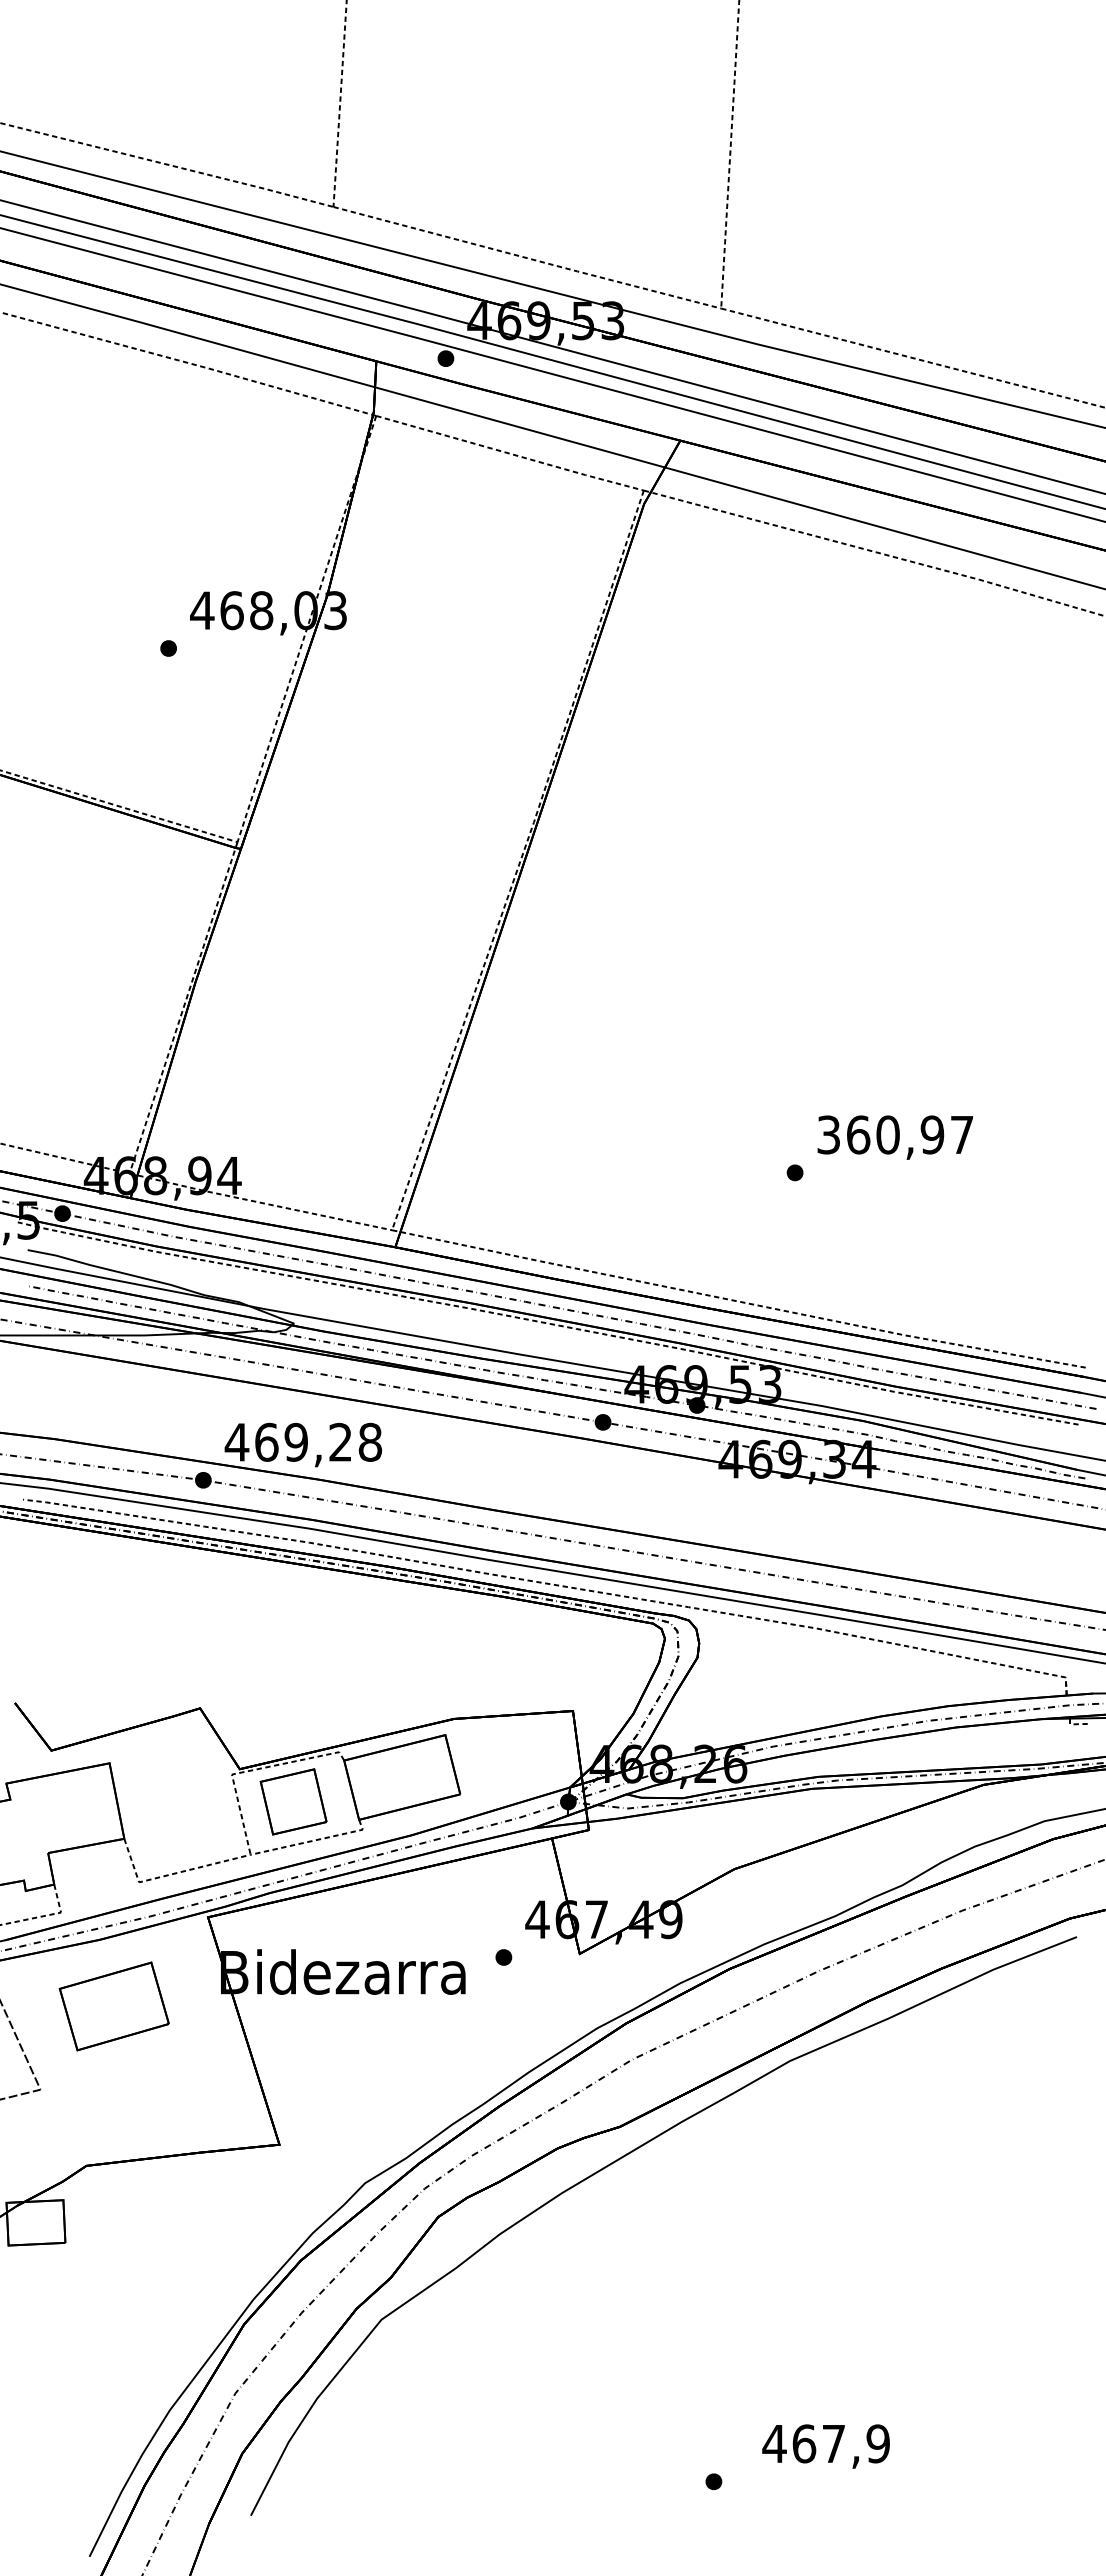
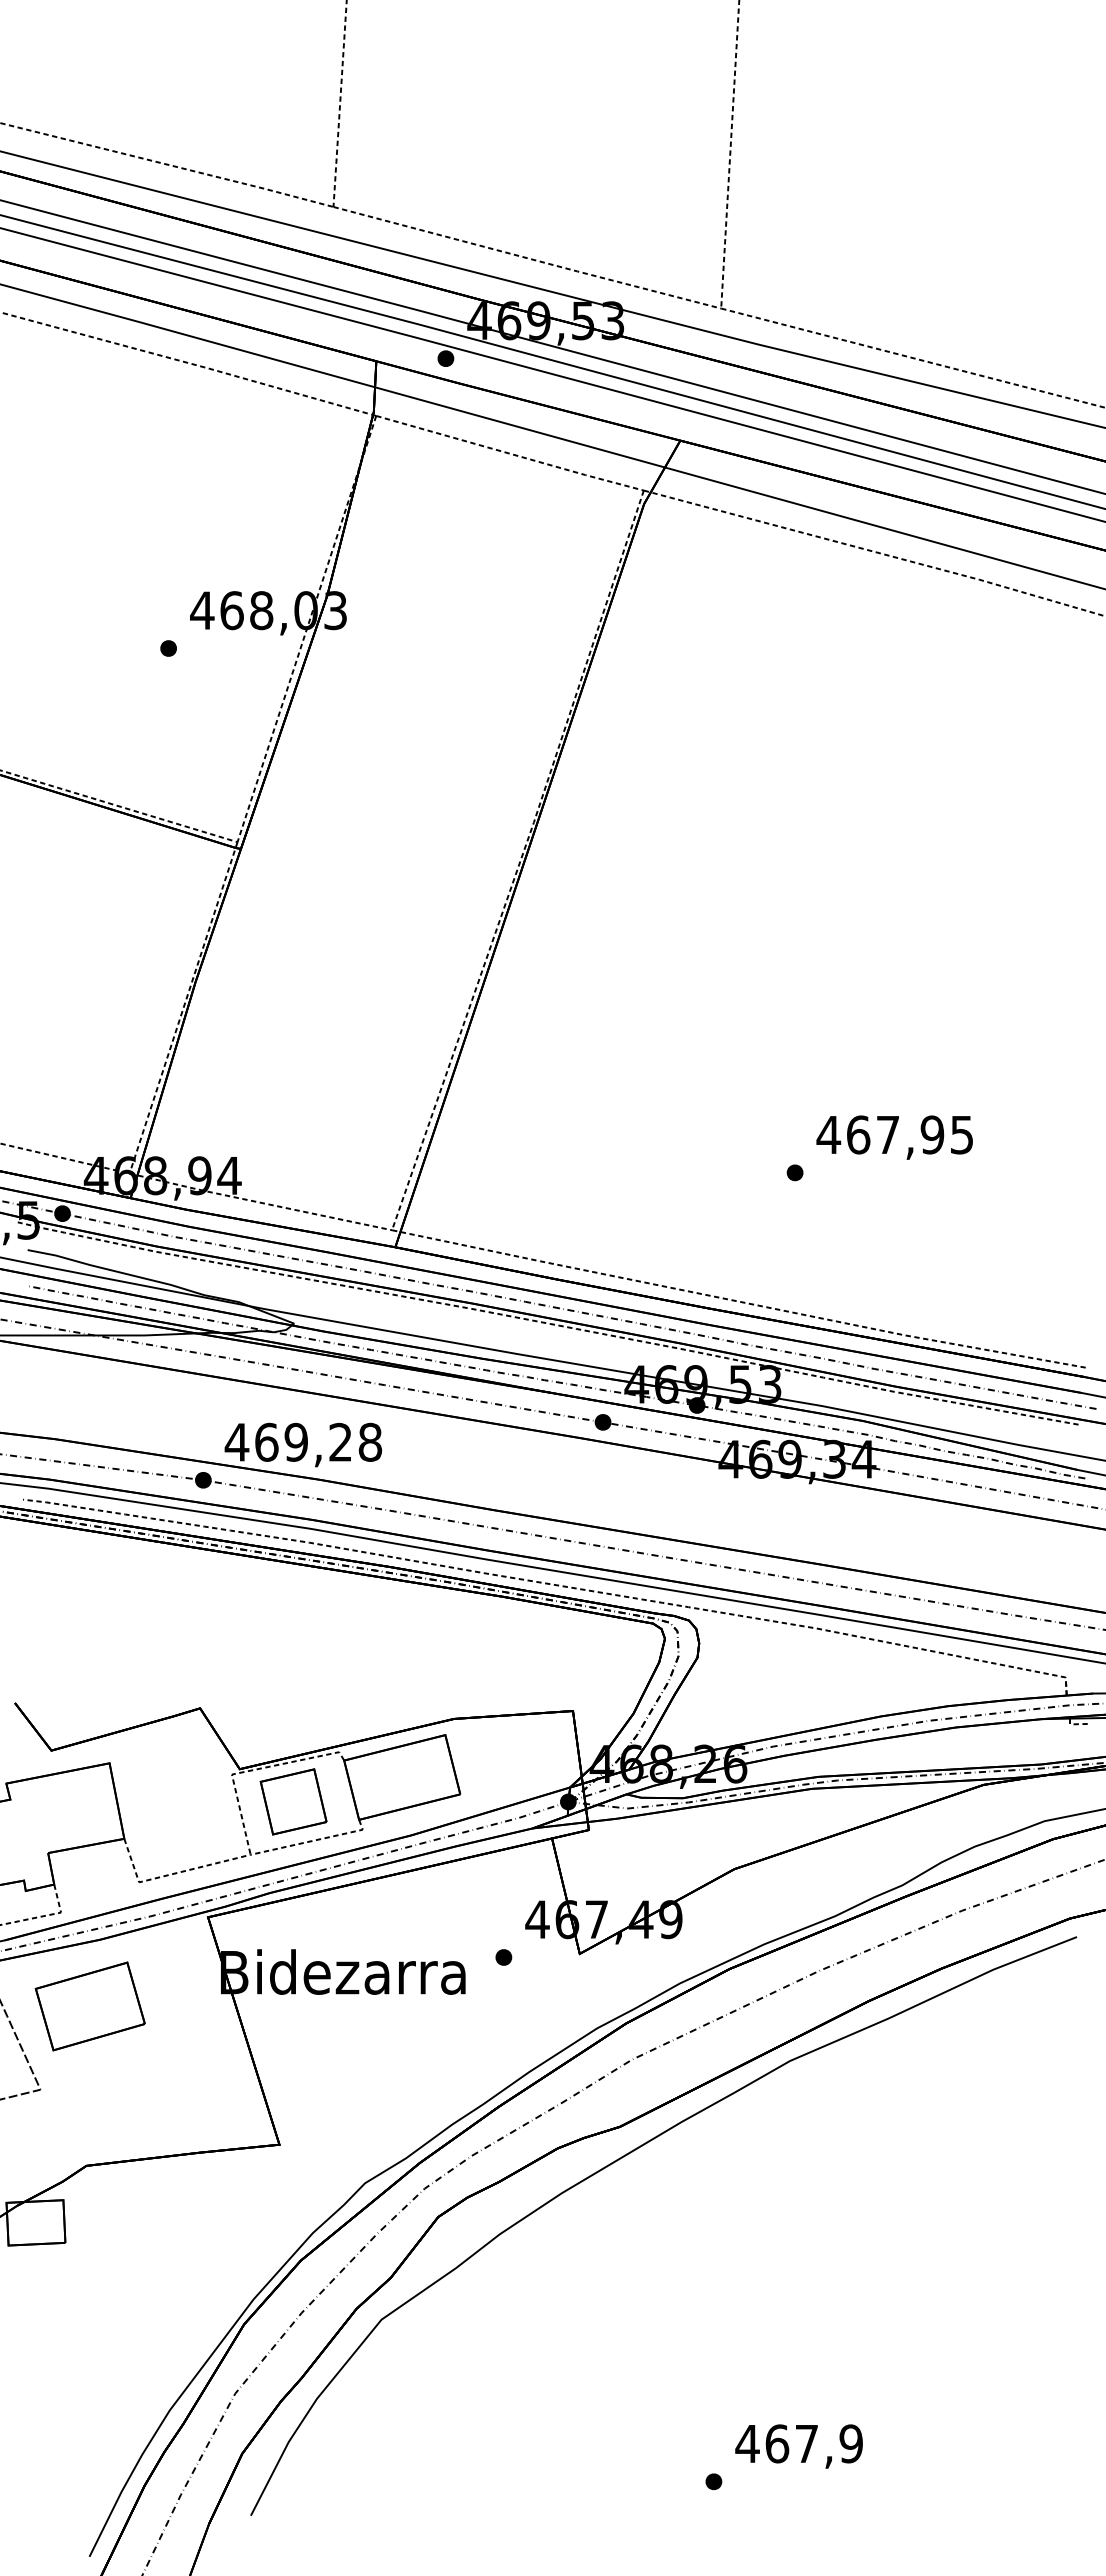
text at (894, 1134): 360,97 -> 467,95
part at (113, 2006) position: (113, 2006) -> (89, 2006)
text at (825, 2446) position: (825, 2446) -> (798, 2446)
